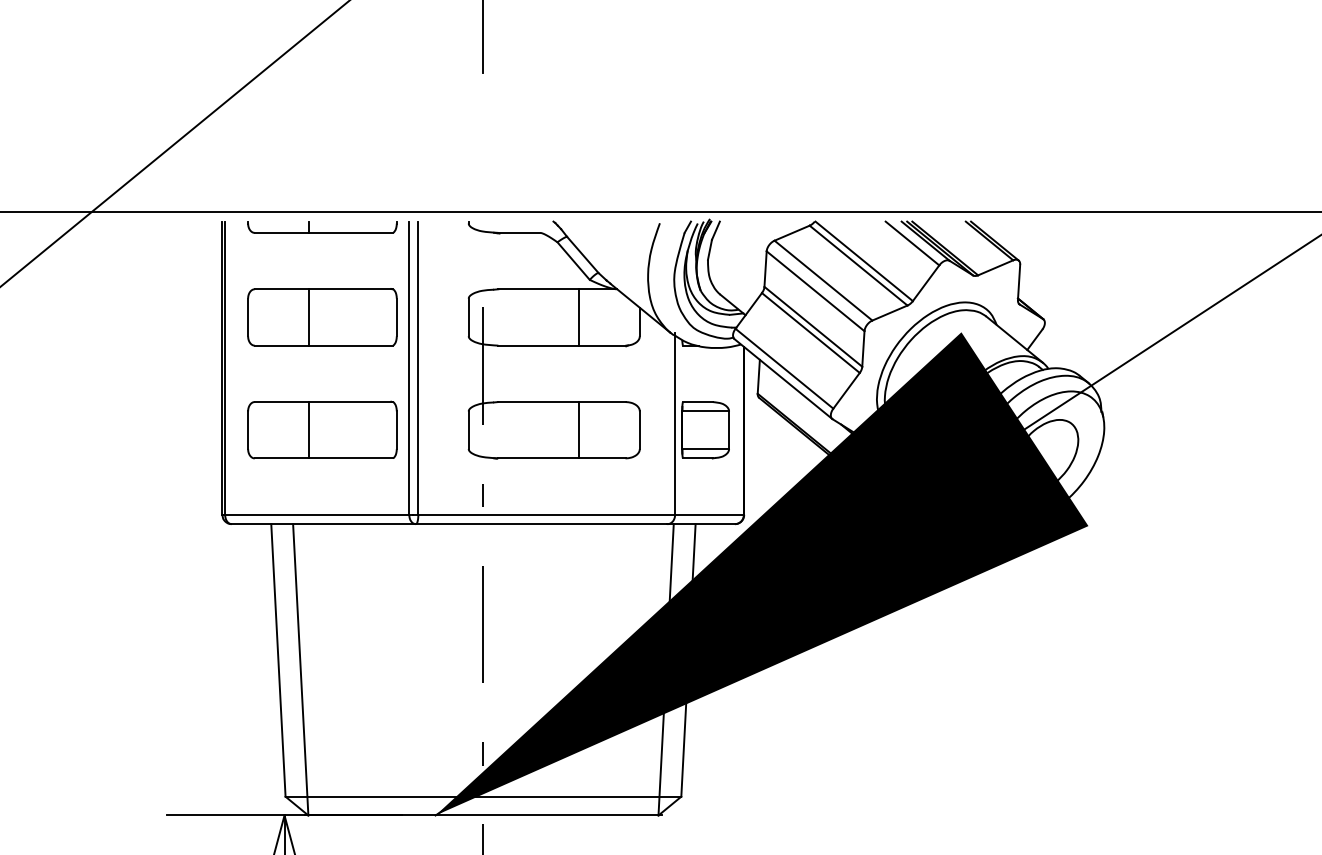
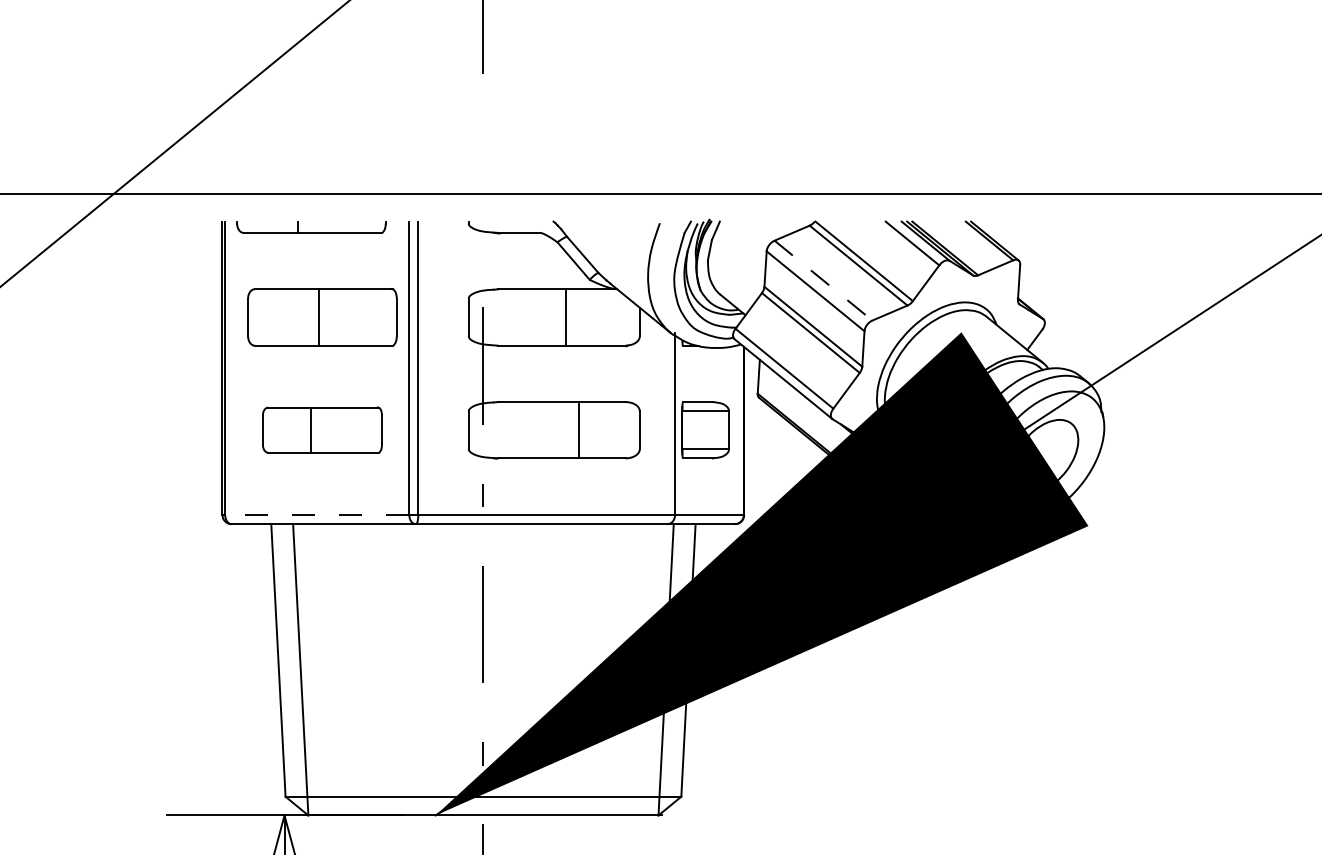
line at (660, 212) position: (660, 212) -> (660, 194)
part at (322, 227) position: (322, 227) -> (311, 227)
line at (823, 280): solid -> dashed
line at (308, 317) position: (308, 317) -> (318, 317)
line at (578, 317) position: (578, 317) -> (565, 317)
part at (322, 429) size: 151x60 px -> 121x48 px
line at (316, 514): solid -> dashed
